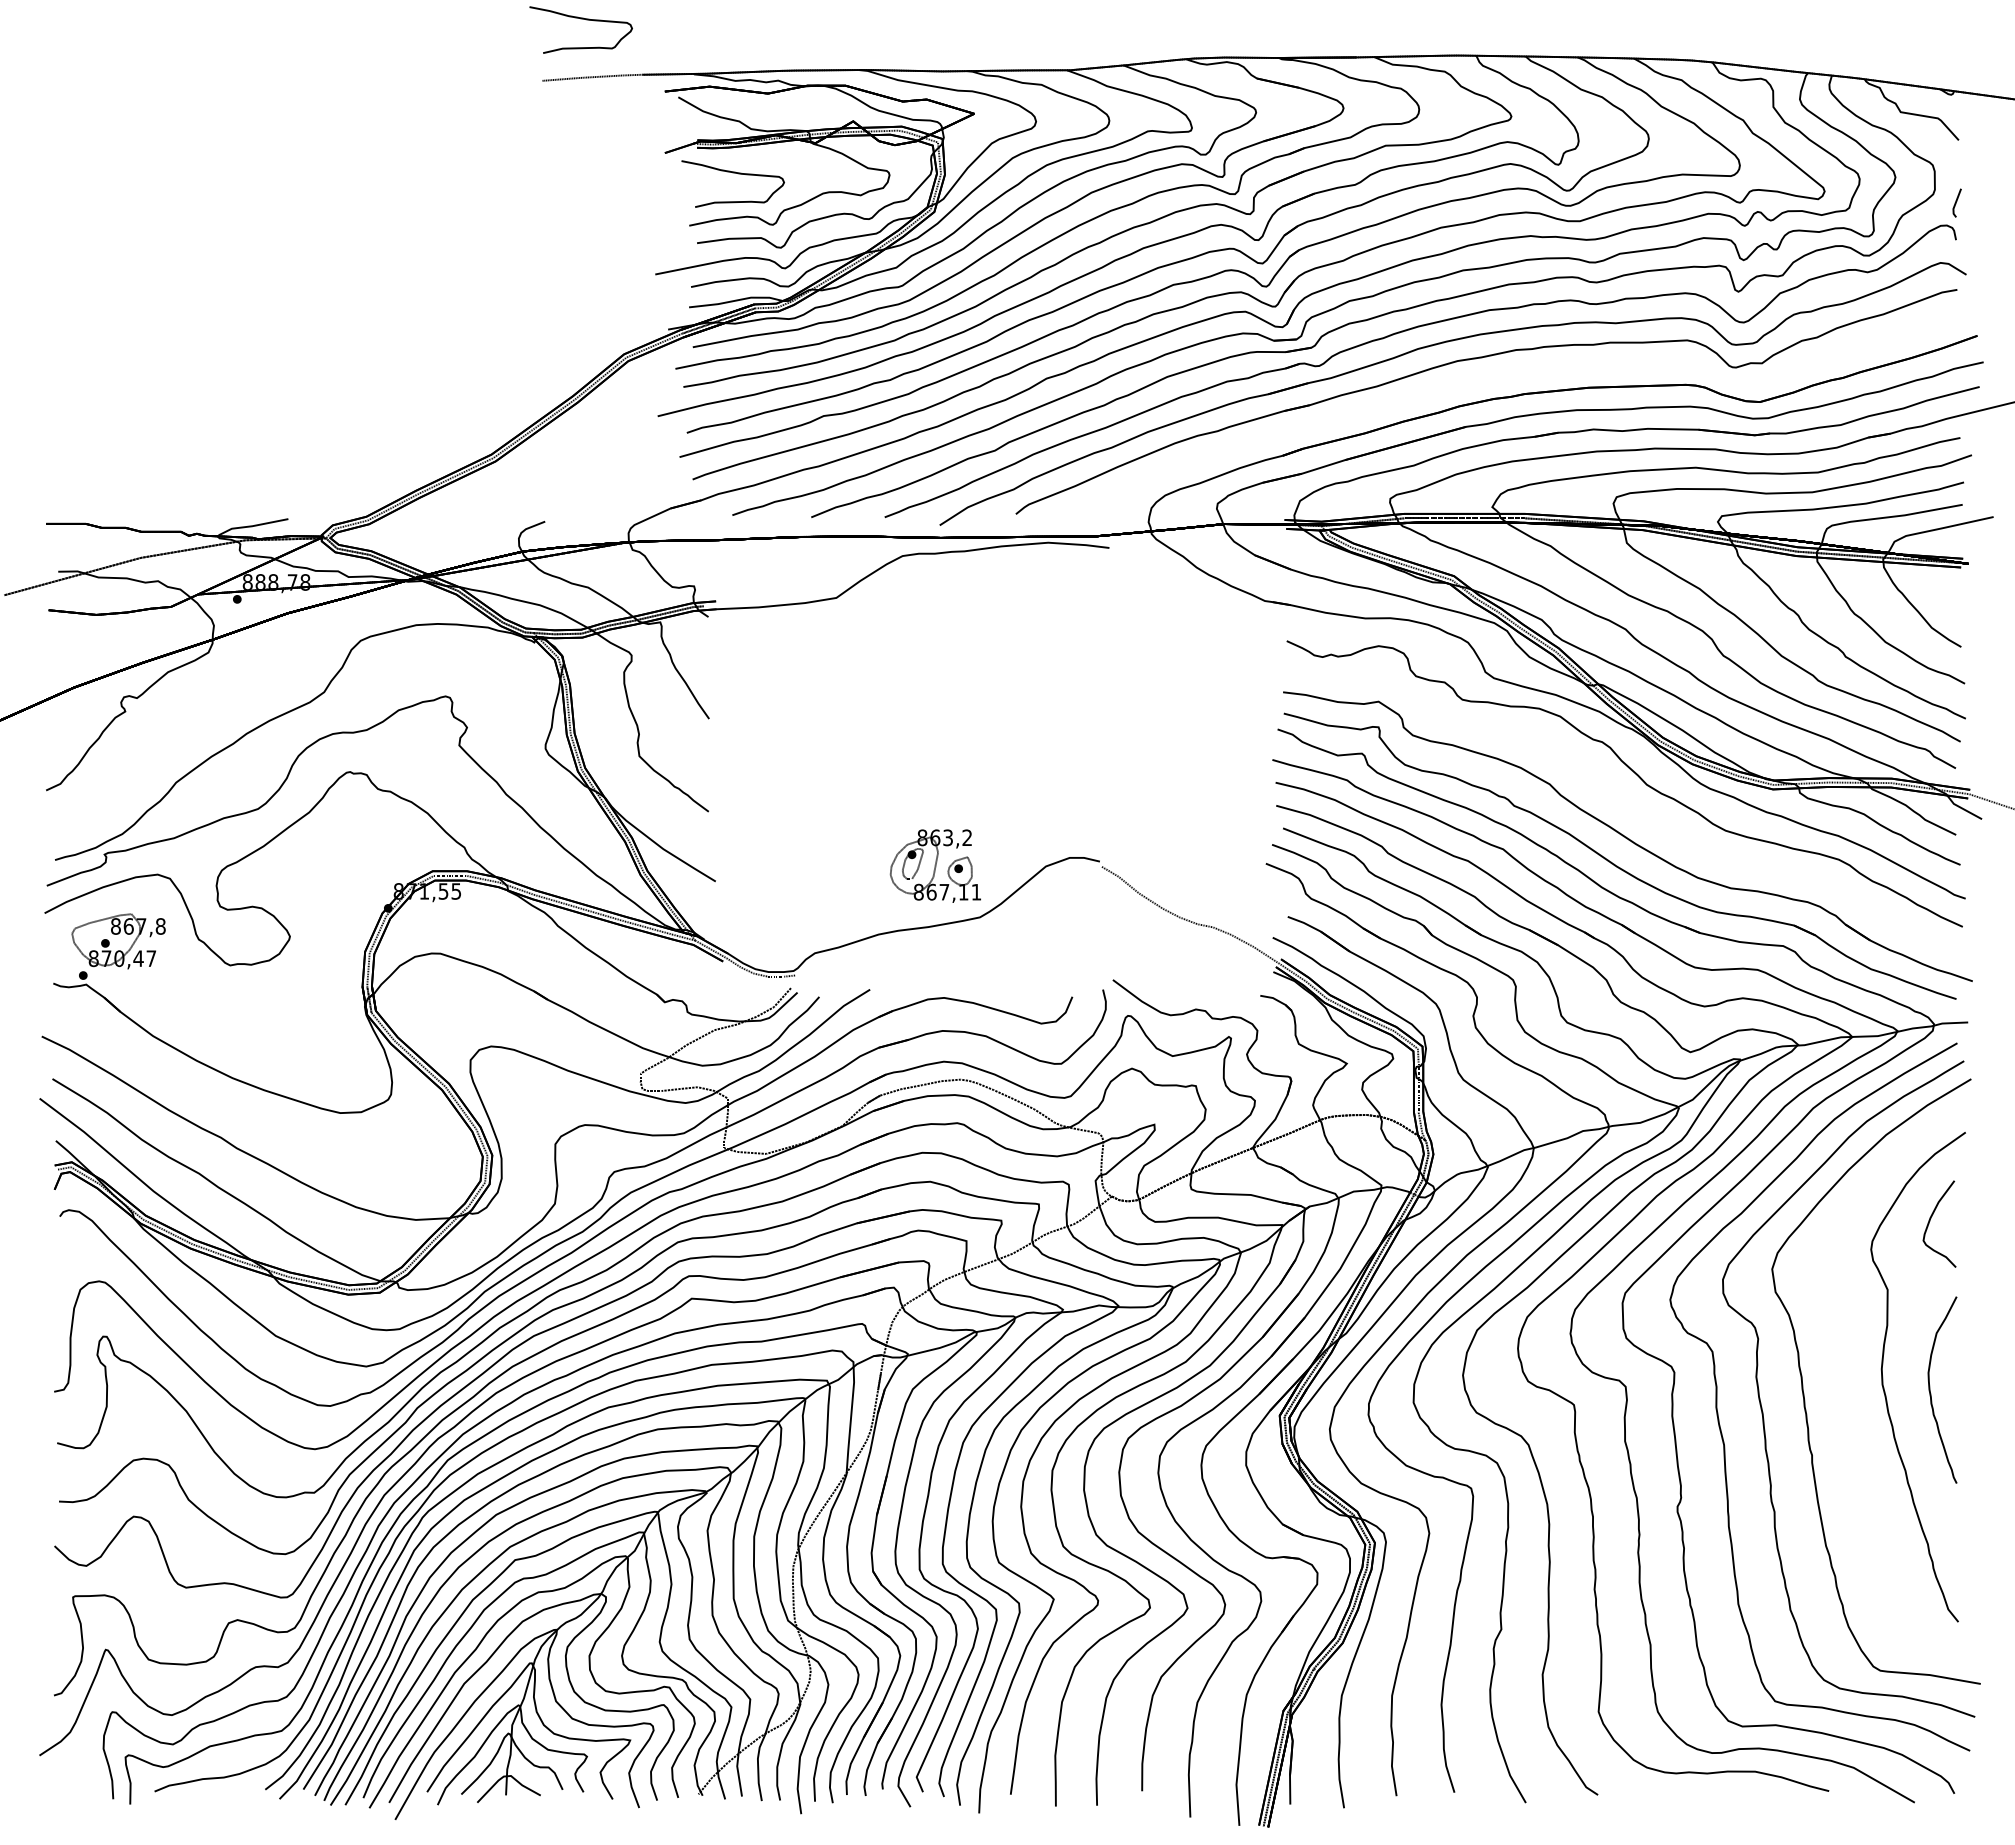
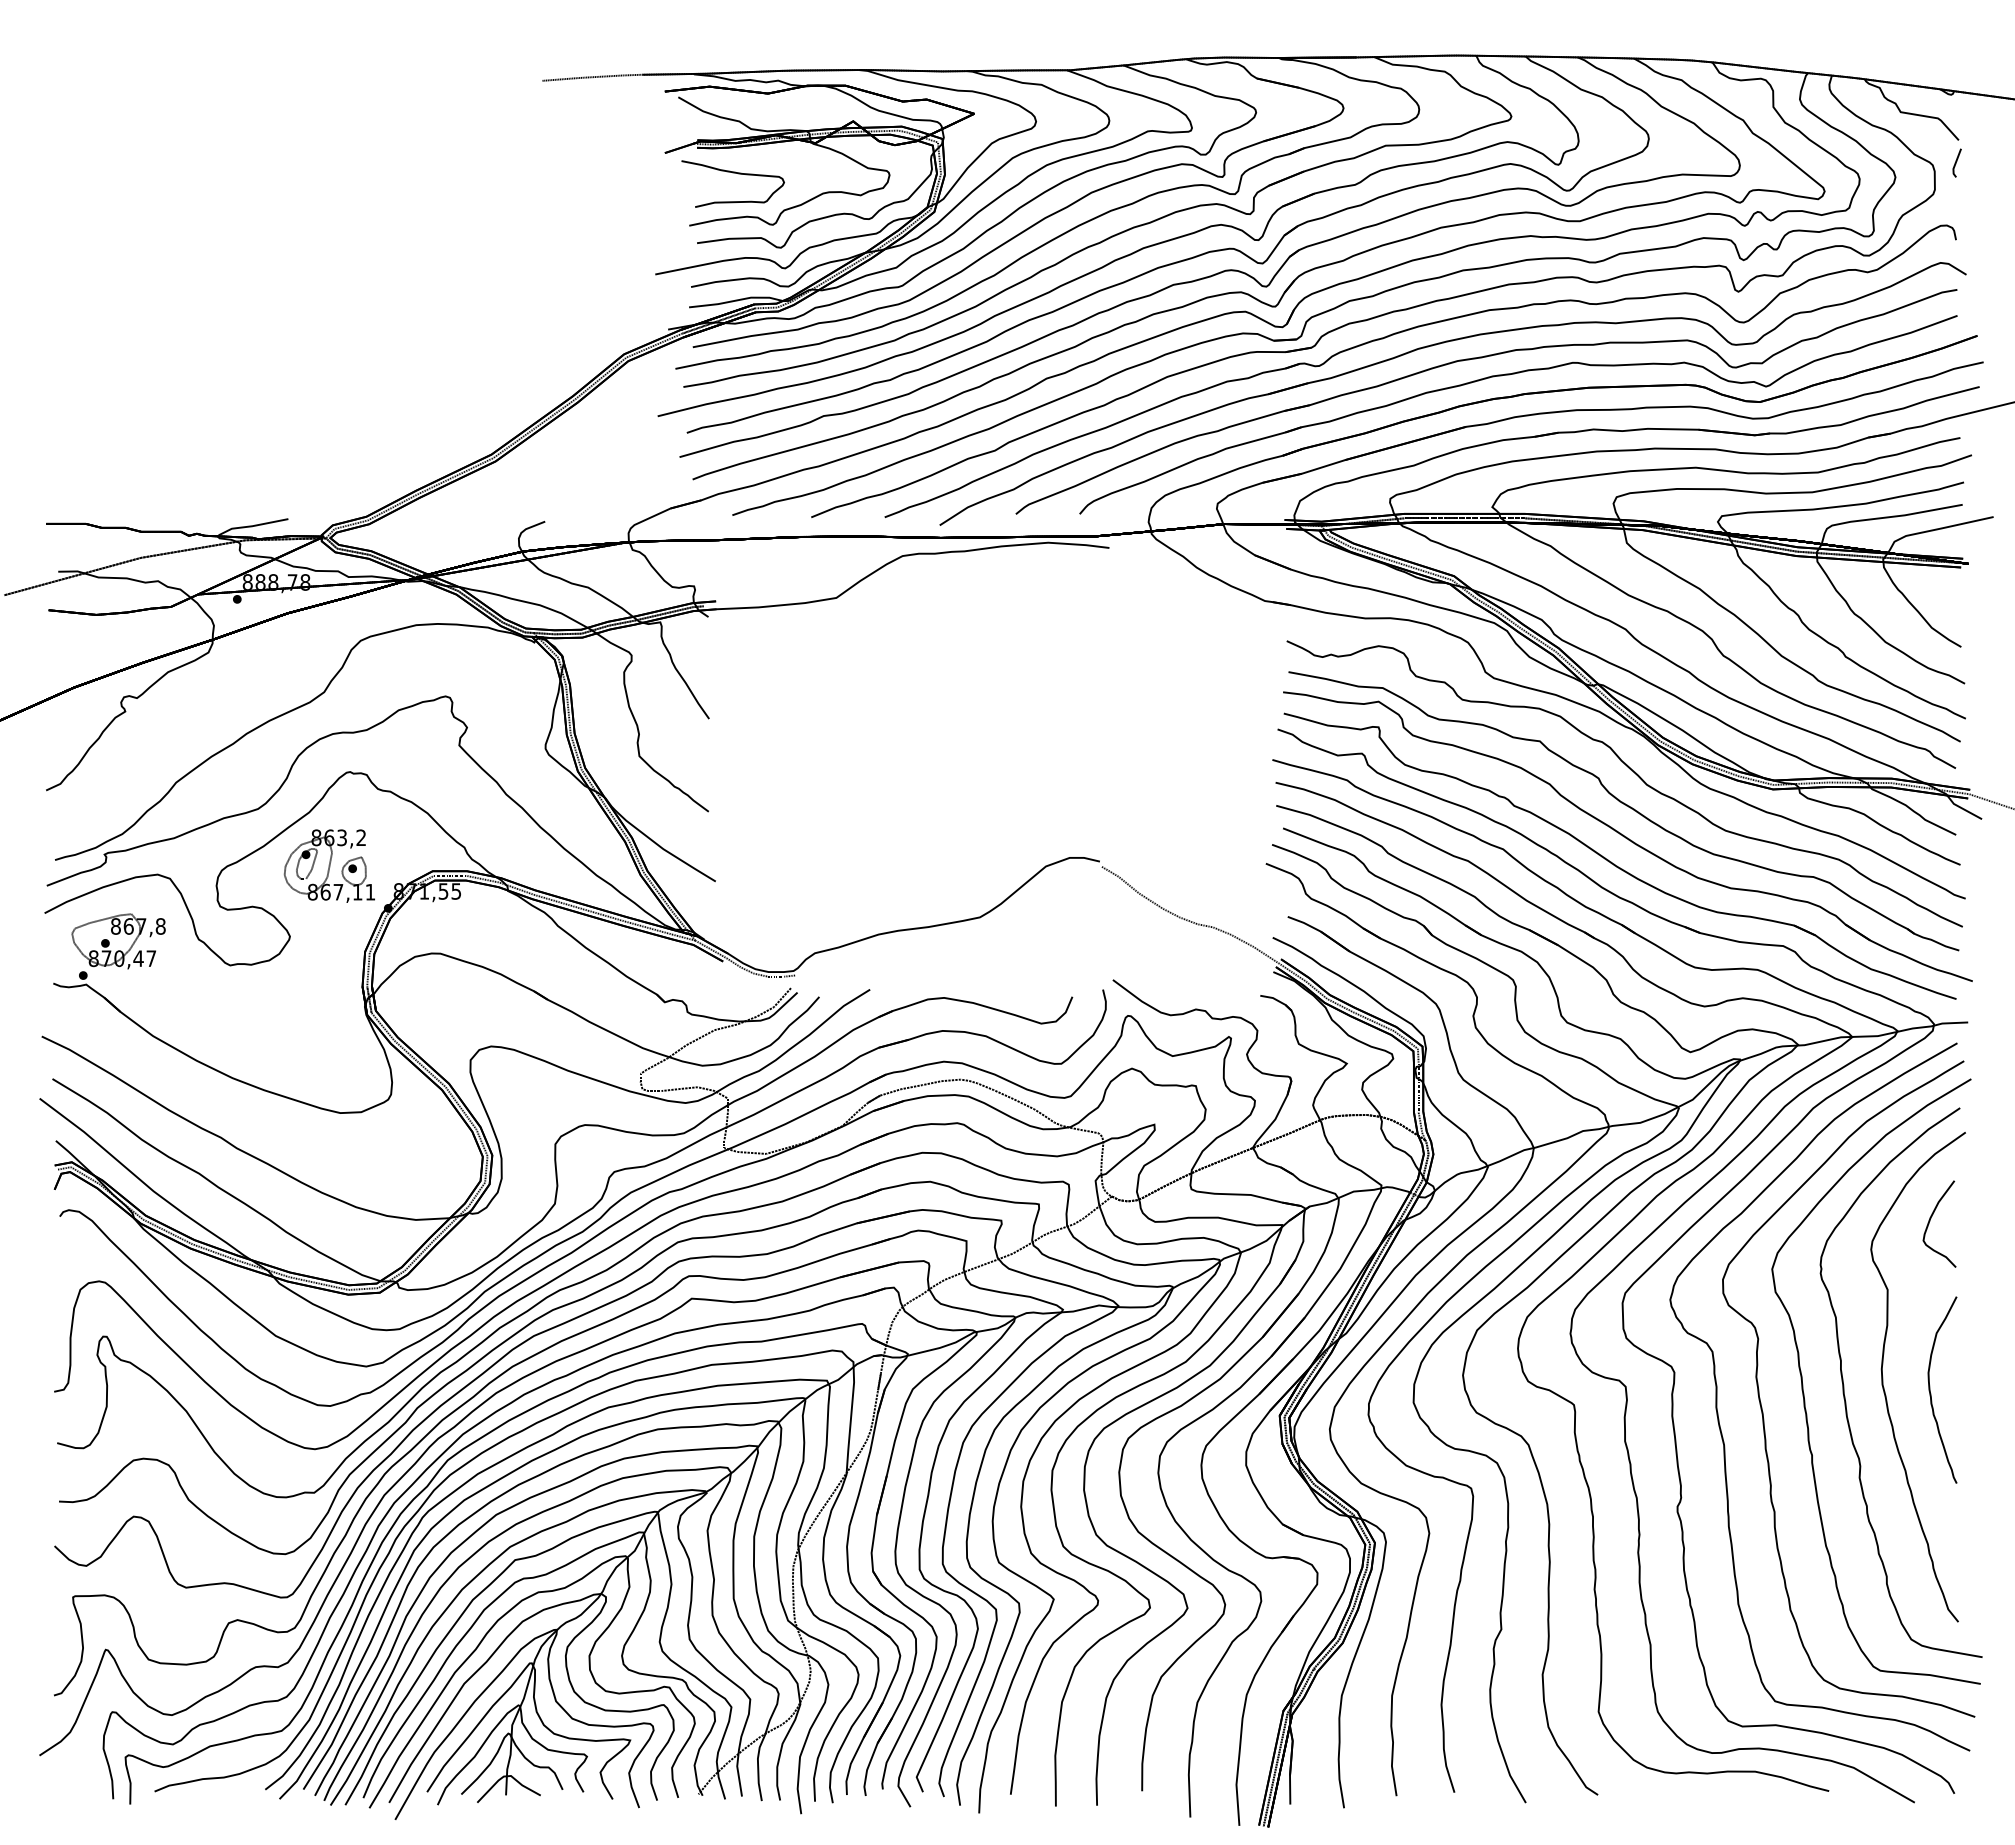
curve at (580, 19): present -> none
line at (1956, 202) position: (1956, 202) -> (1956, 162)
part at (1509, 375): none -> present
part at (1623, 811): none -> present
part at (934, 865) position: (934, 865) -> (328, 865)
curve at (1844, 1384): none -> present
